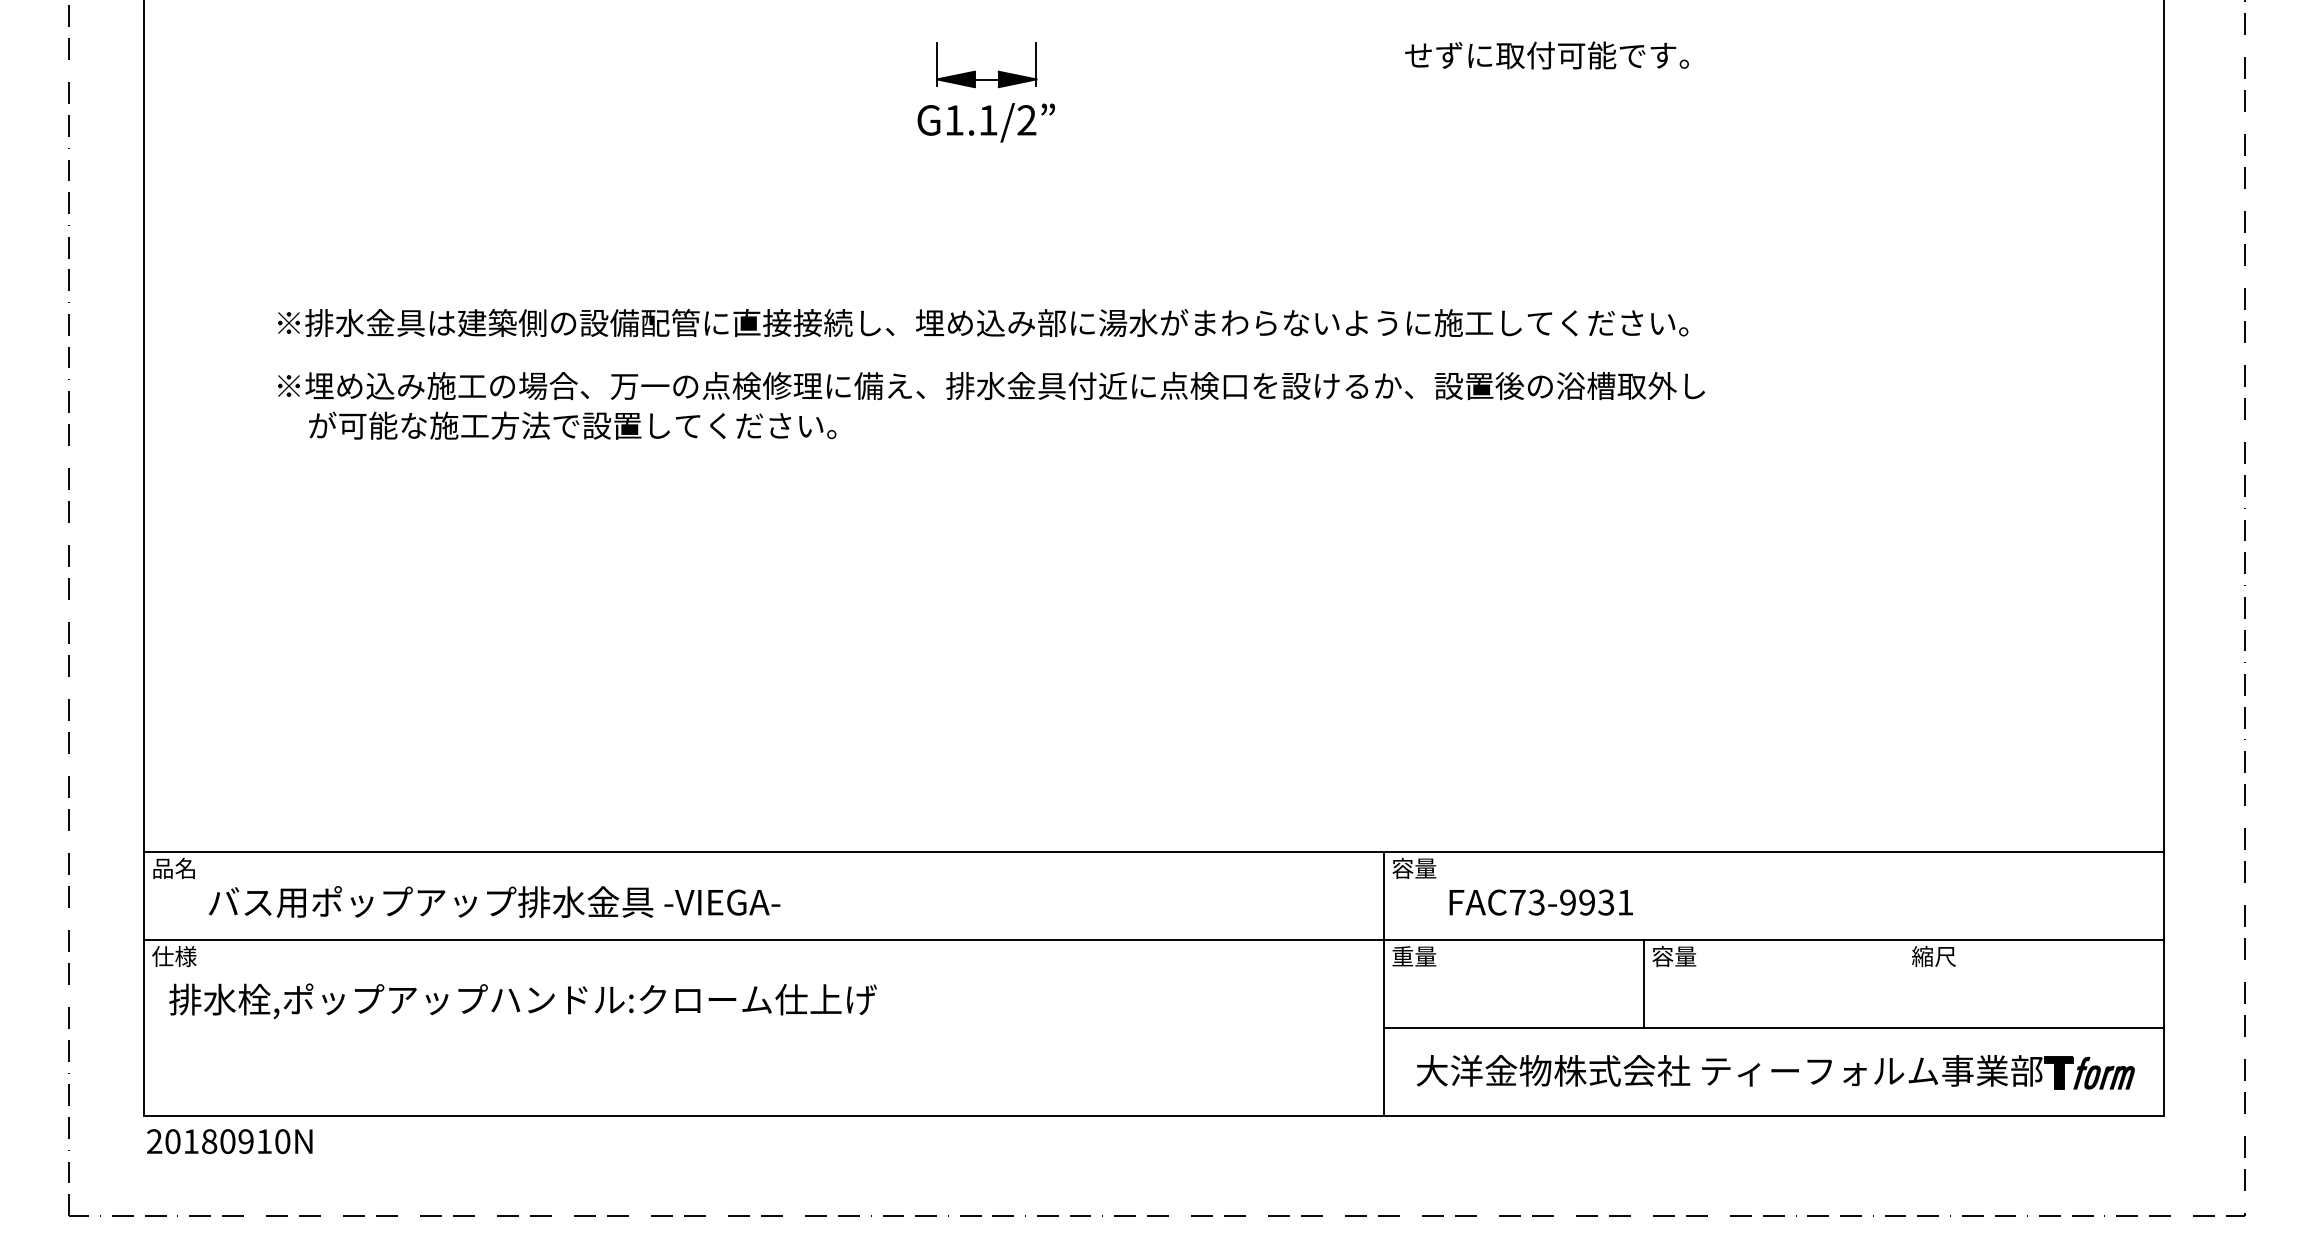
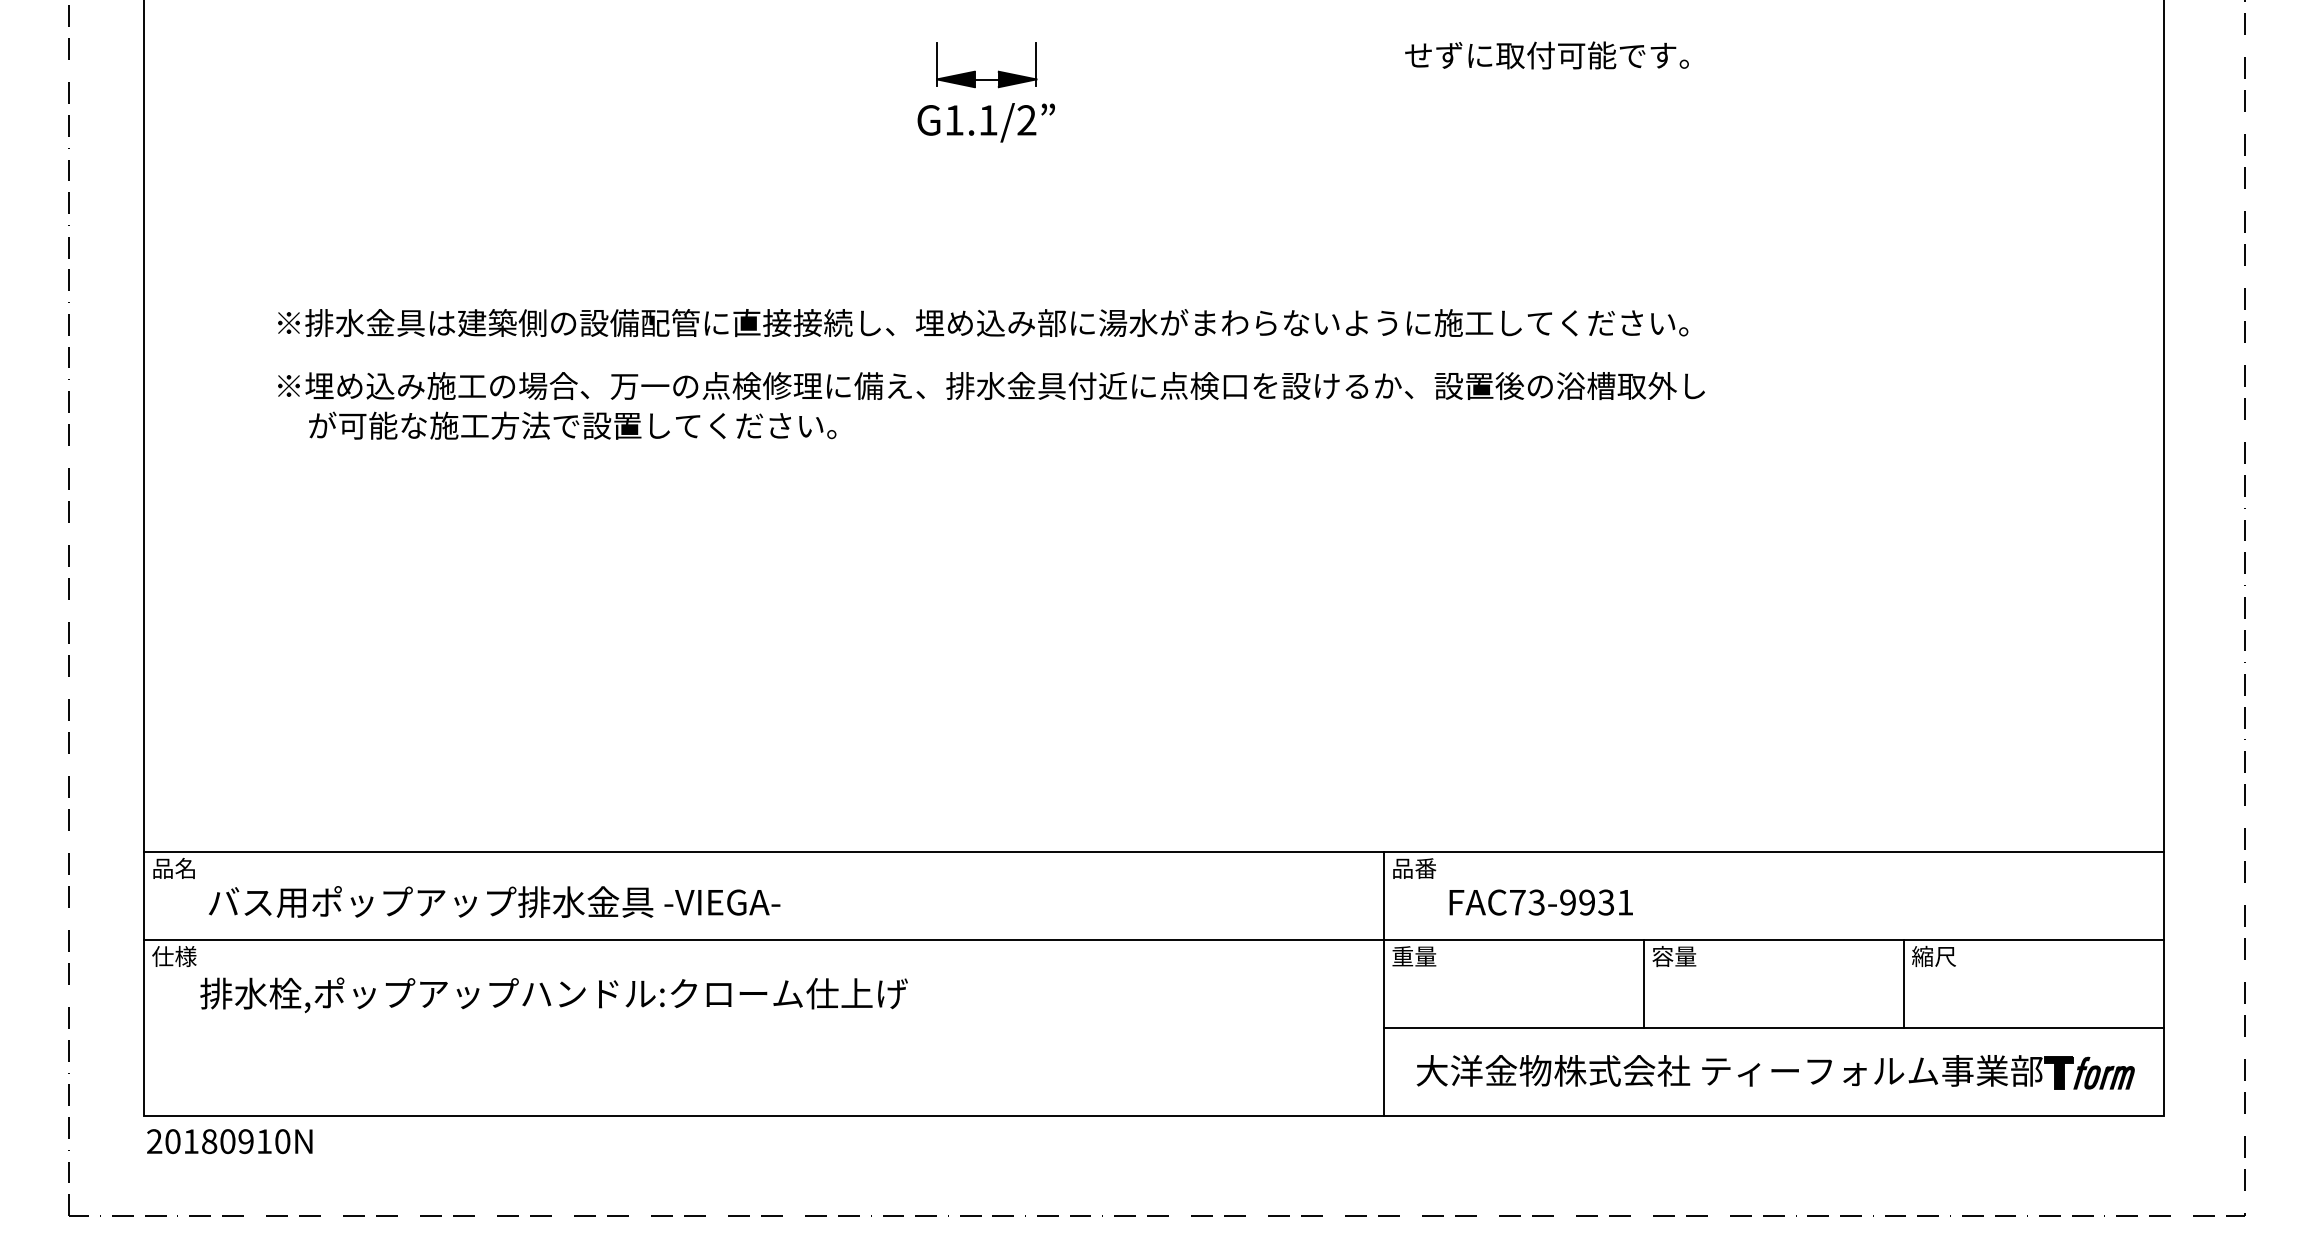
text at (1414, 867): 容量 -> 品番
line at (1904, 983): none -> present
text at (522, 1001) position: (522, 1001) -> (553, 995)
